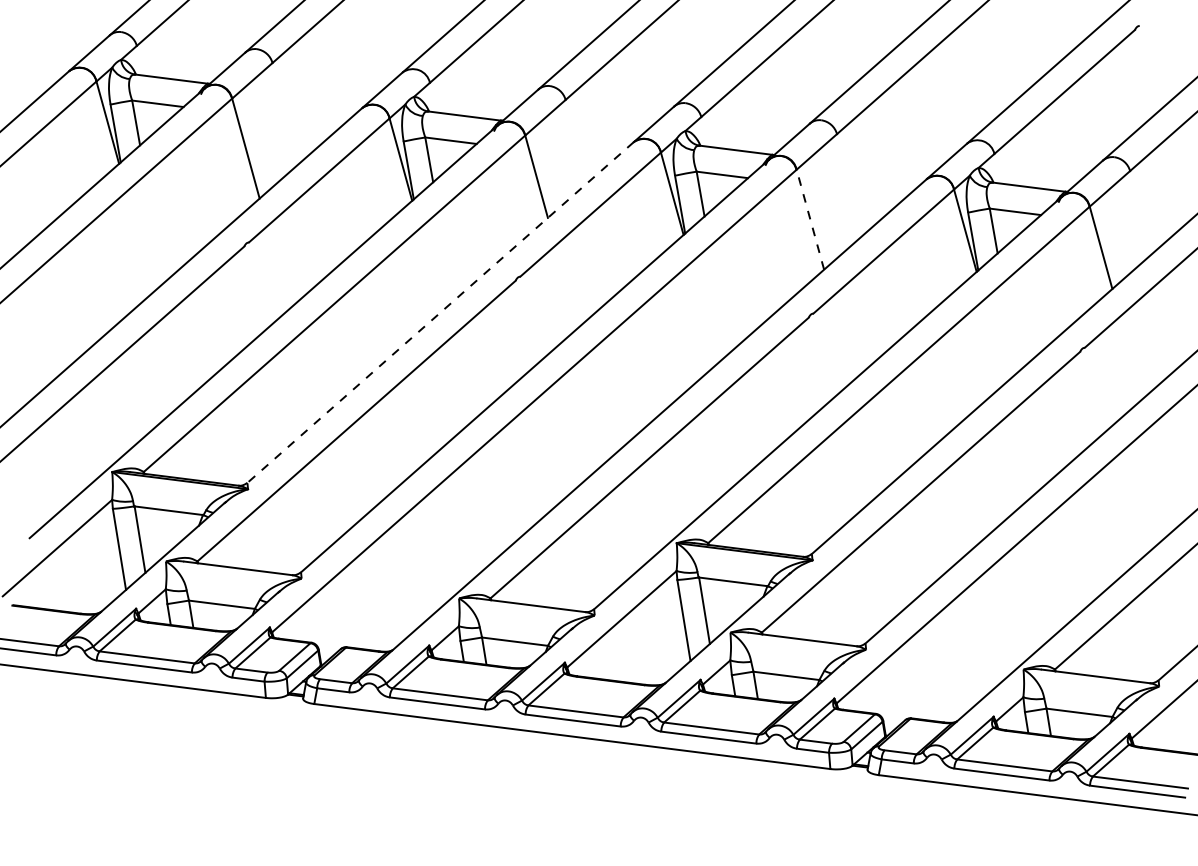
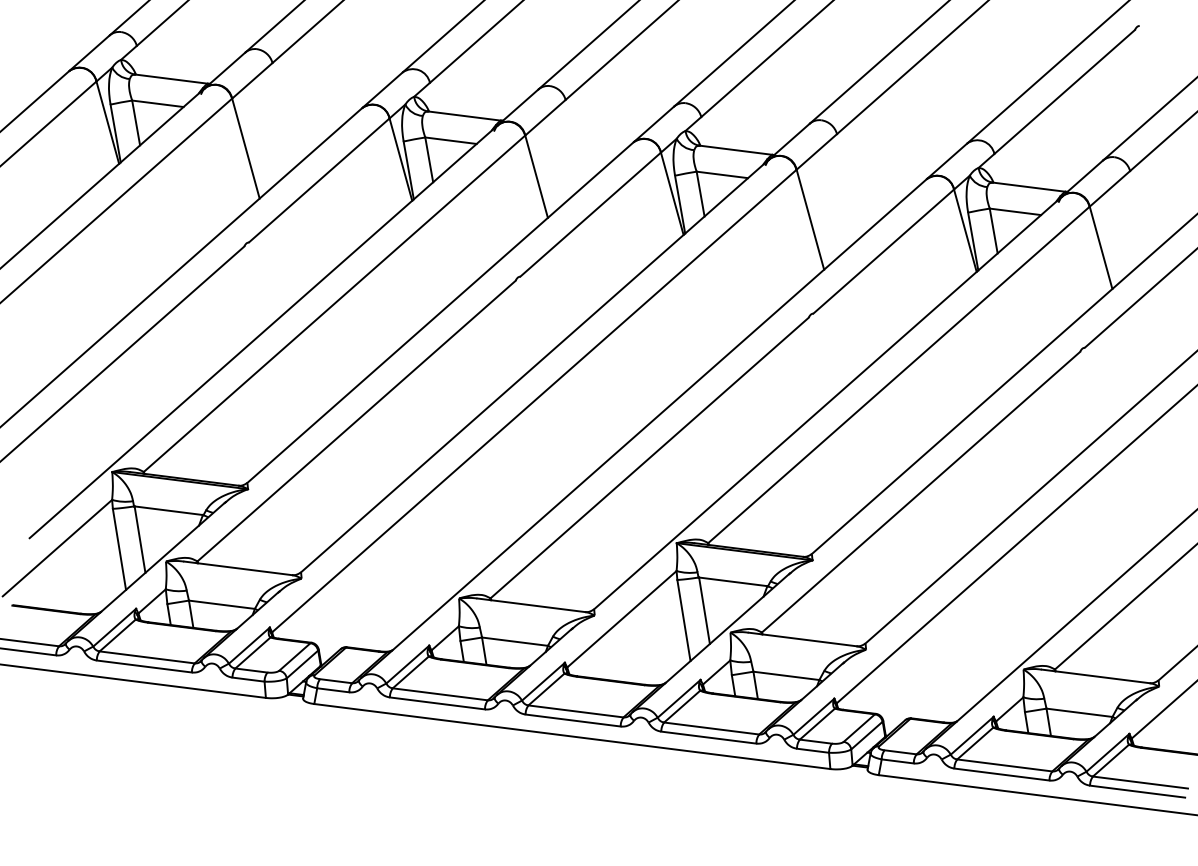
line at (810, 219): dashed -> solid
line at (440, 312): dashed -> solid
